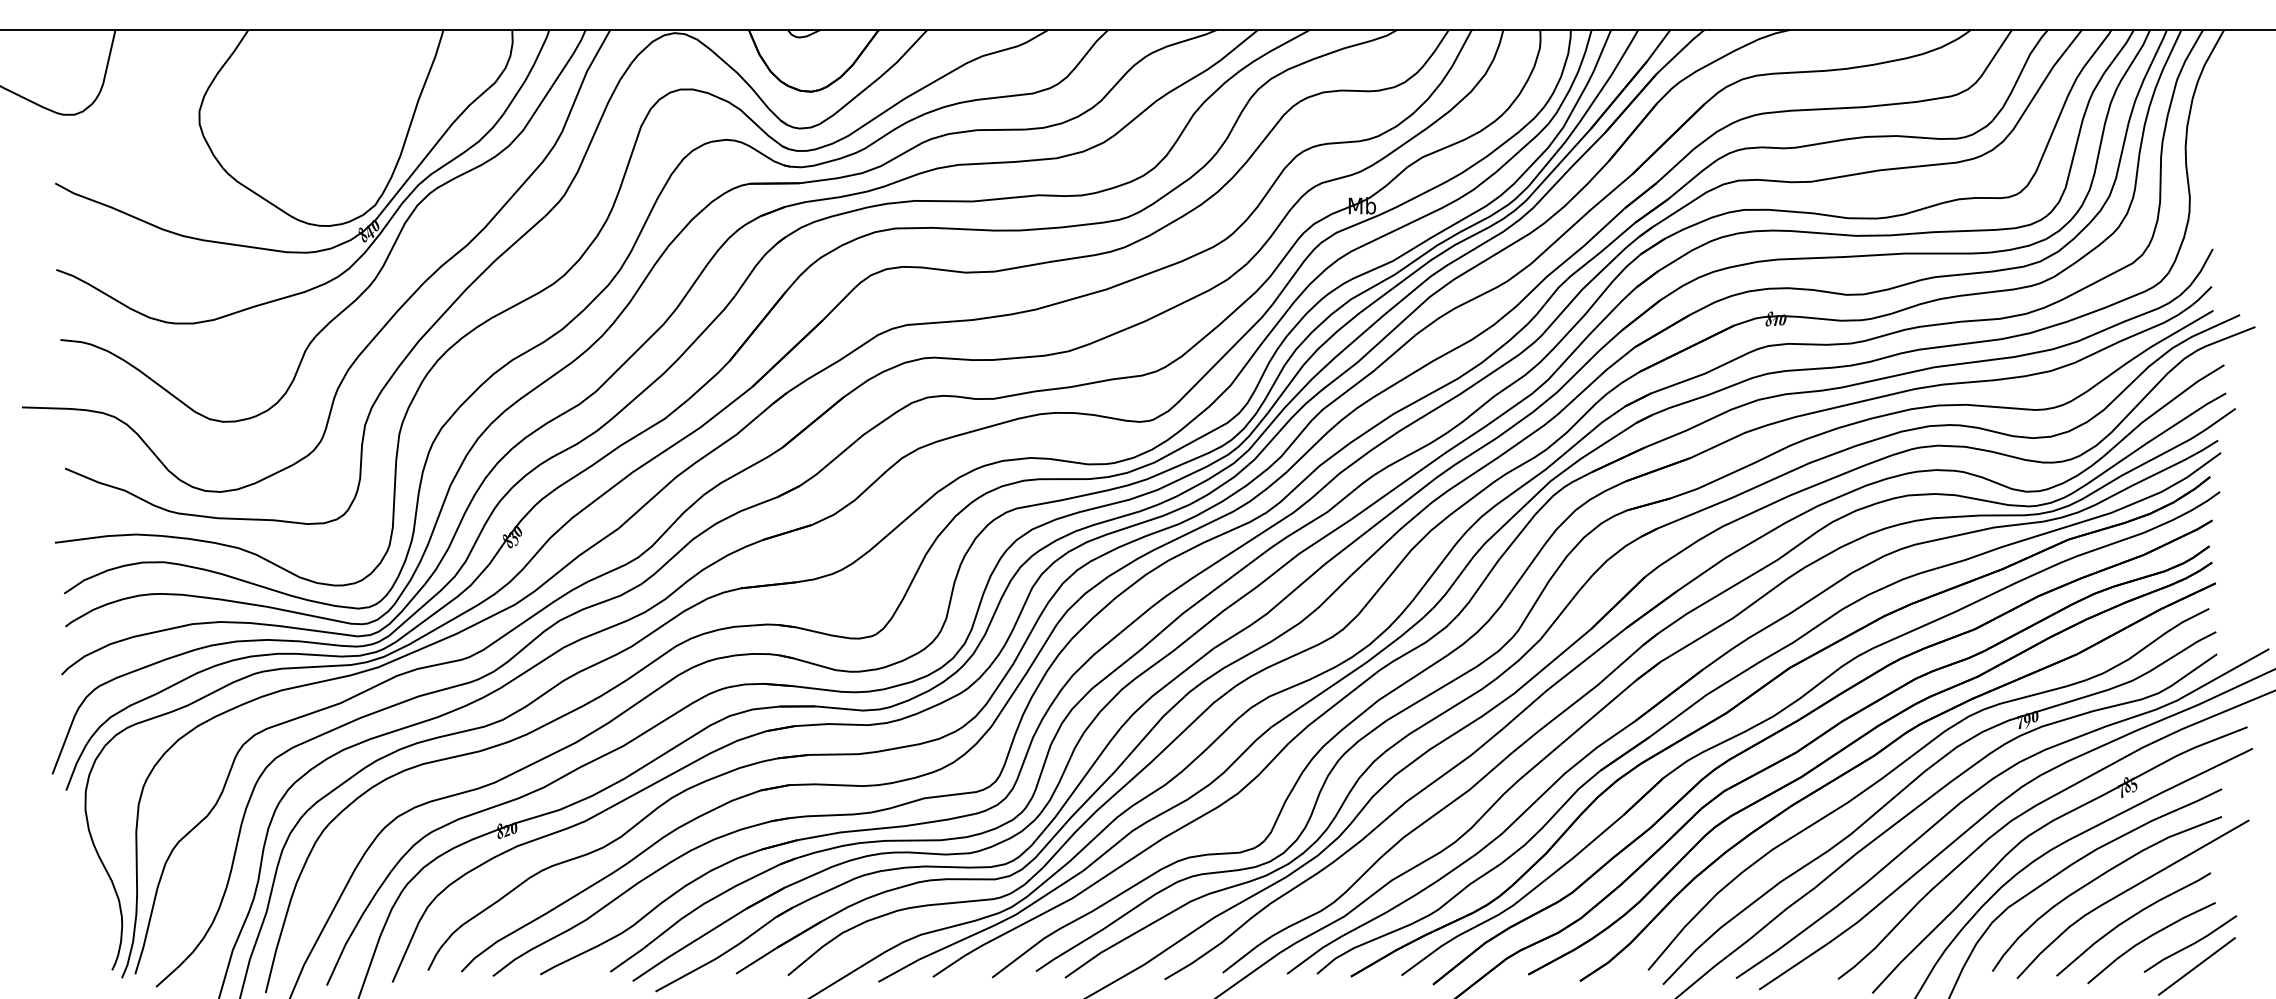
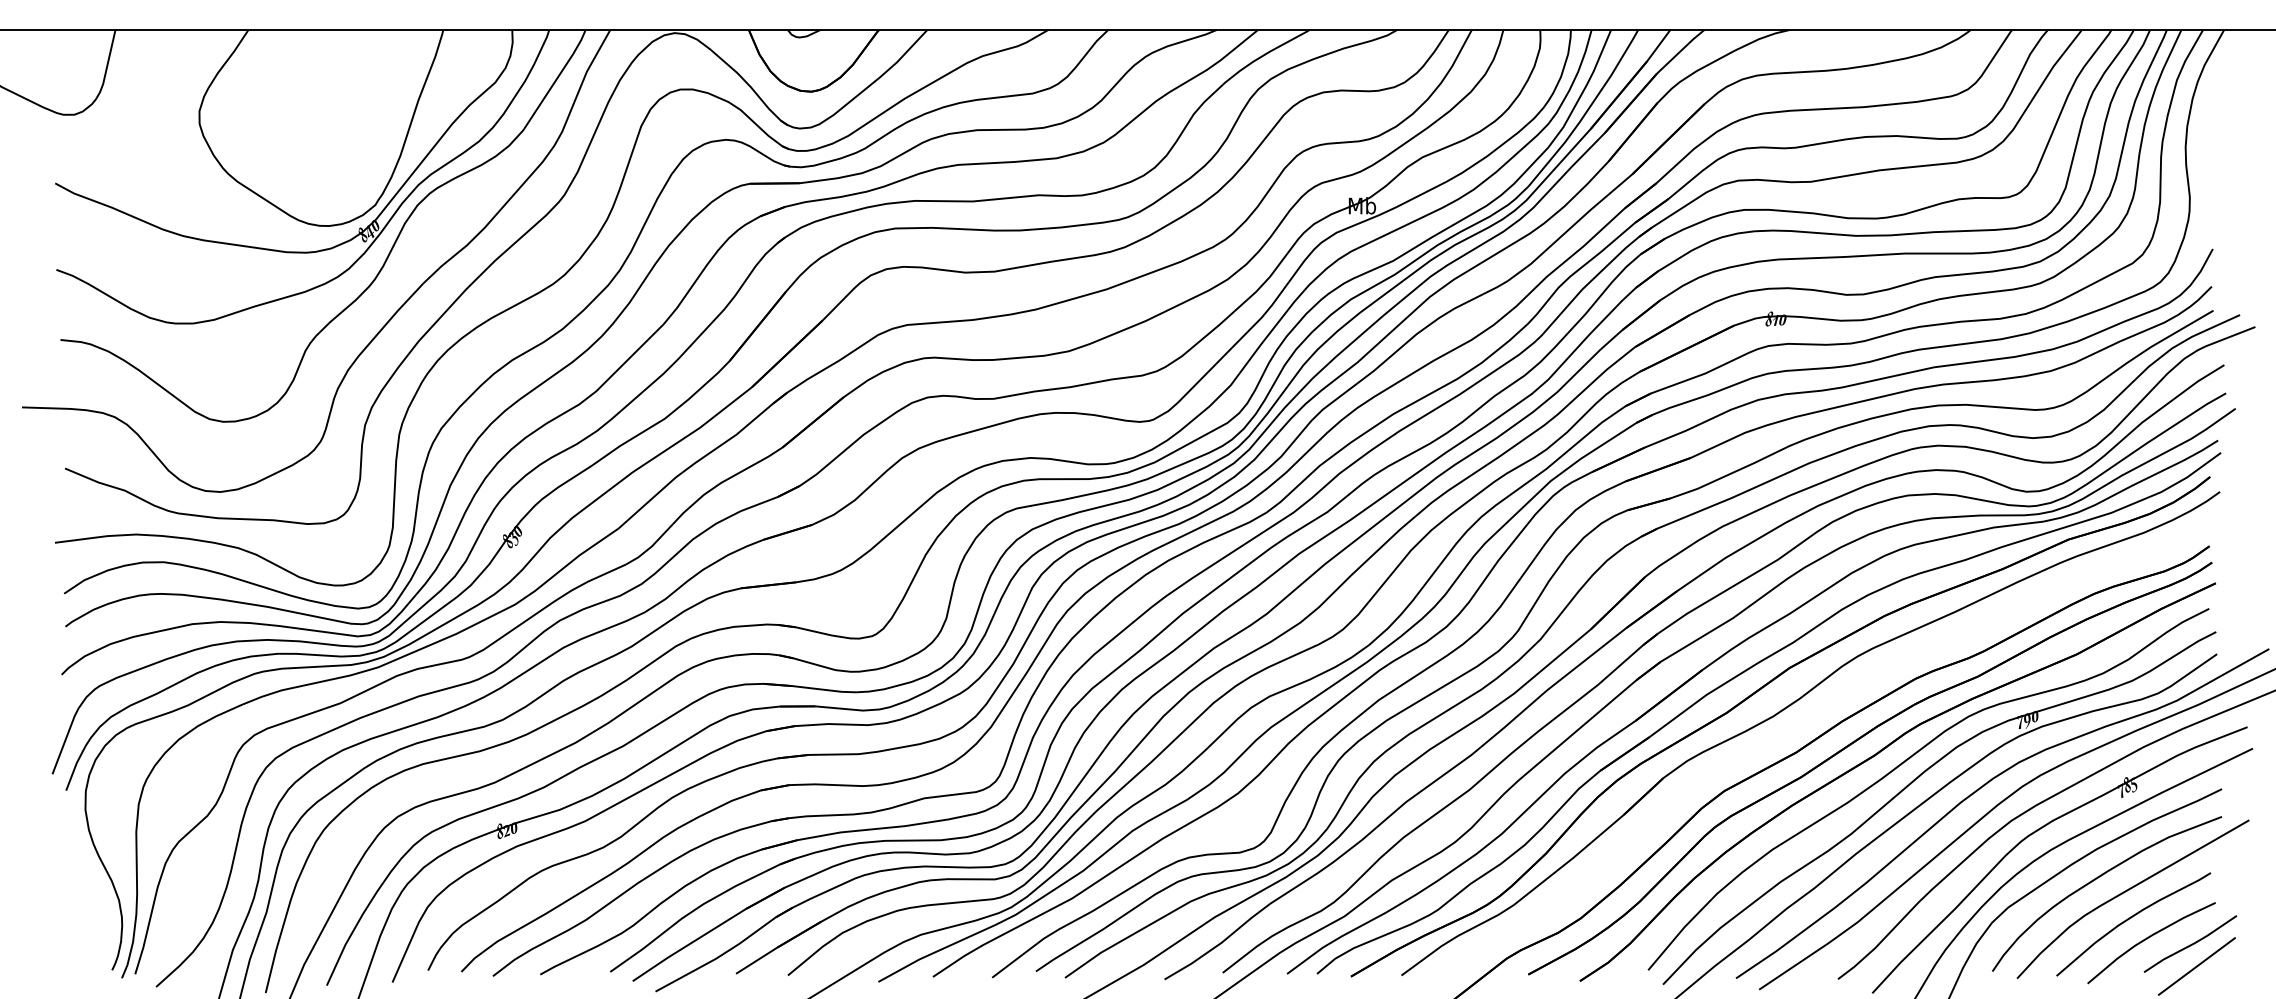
part at (1800, 720): present -> none
